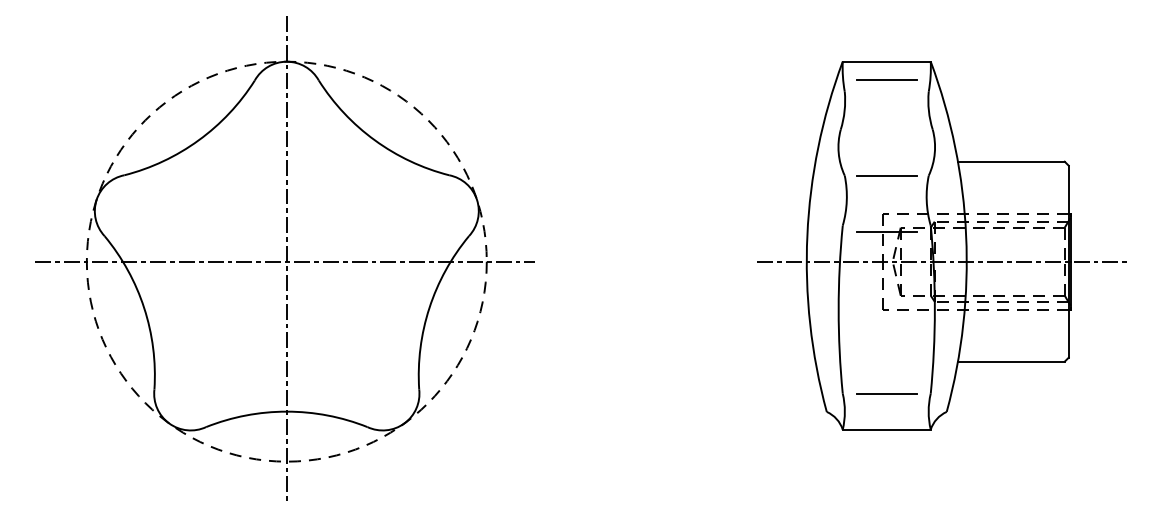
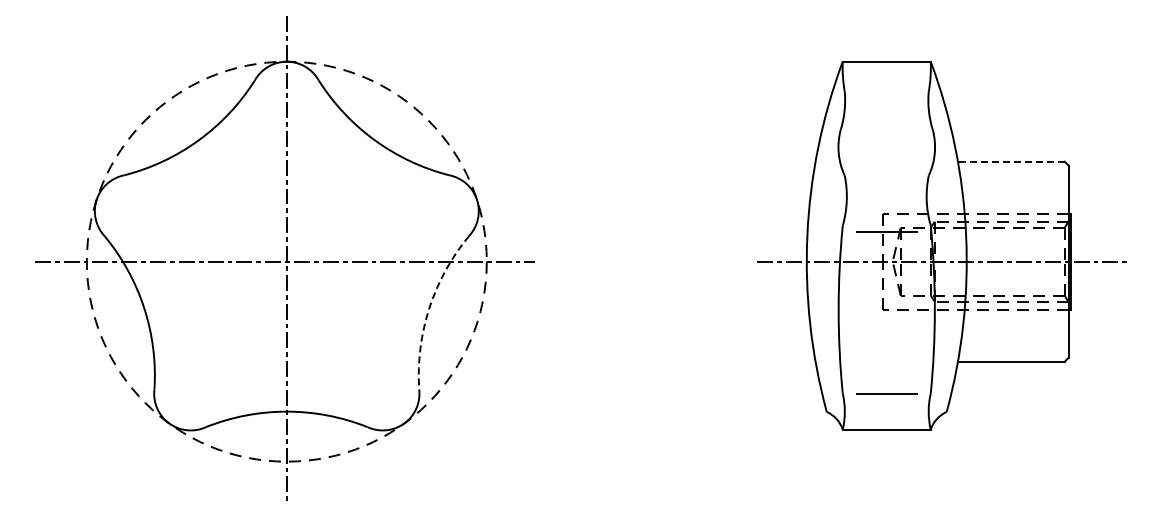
line at (886, 79): present -> none
line at (1010, 161): solid -> dashed
line at (886, 175): present -> none
arc at (429, 308): solid -> dashed
